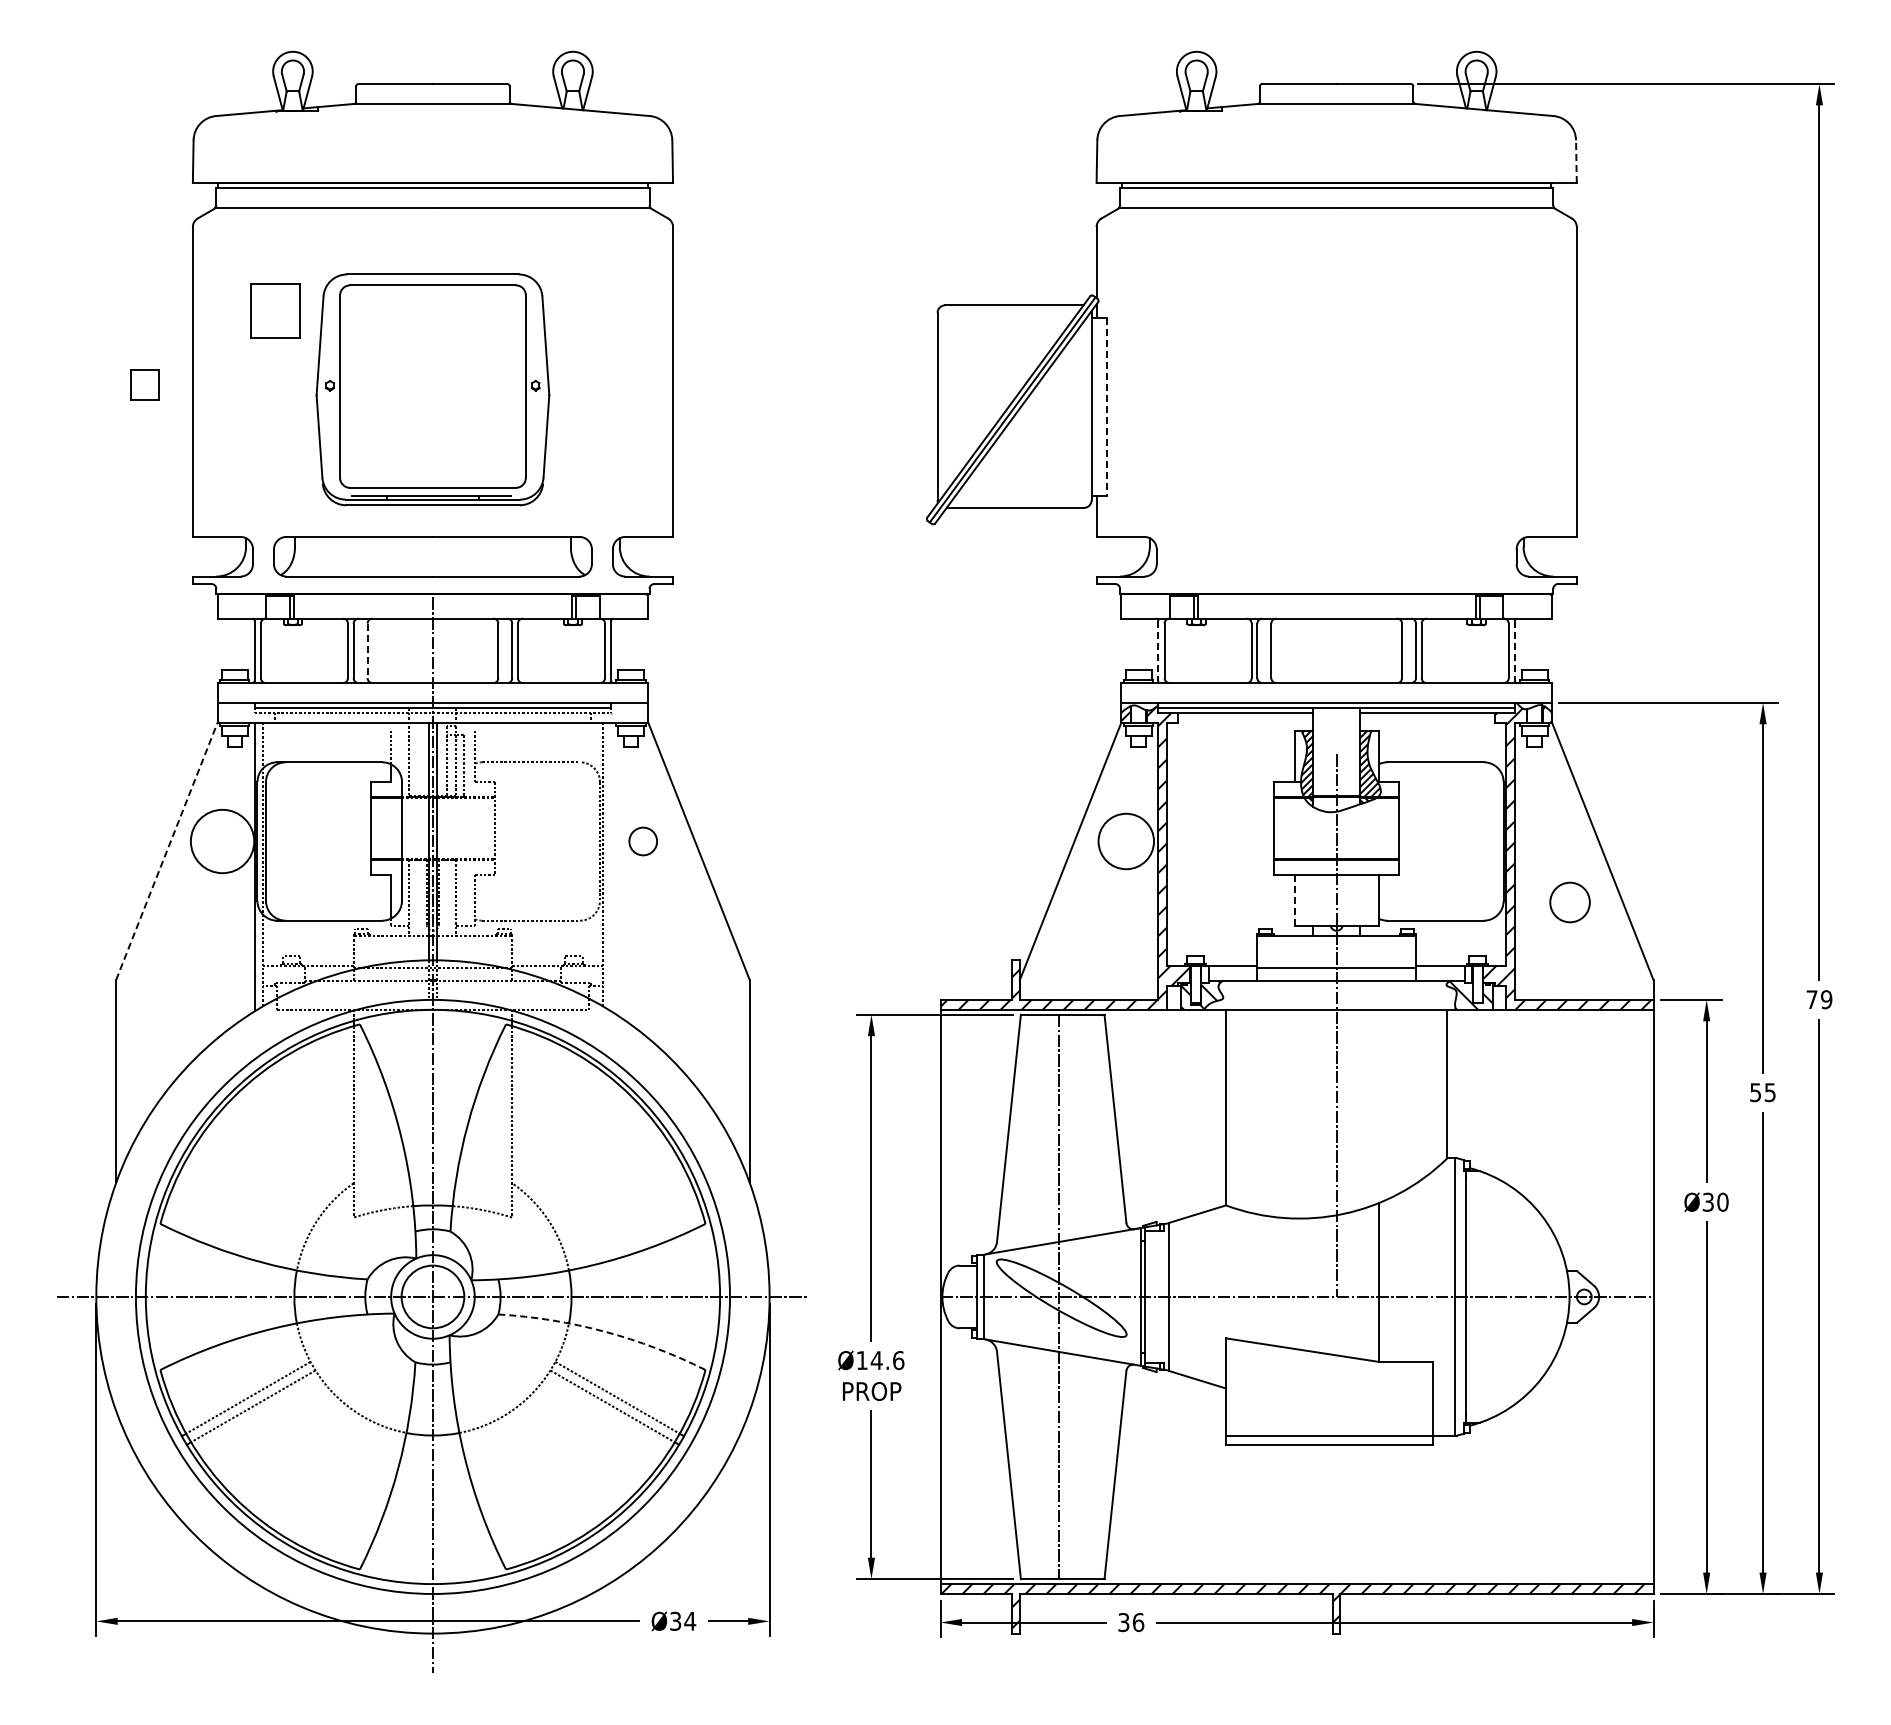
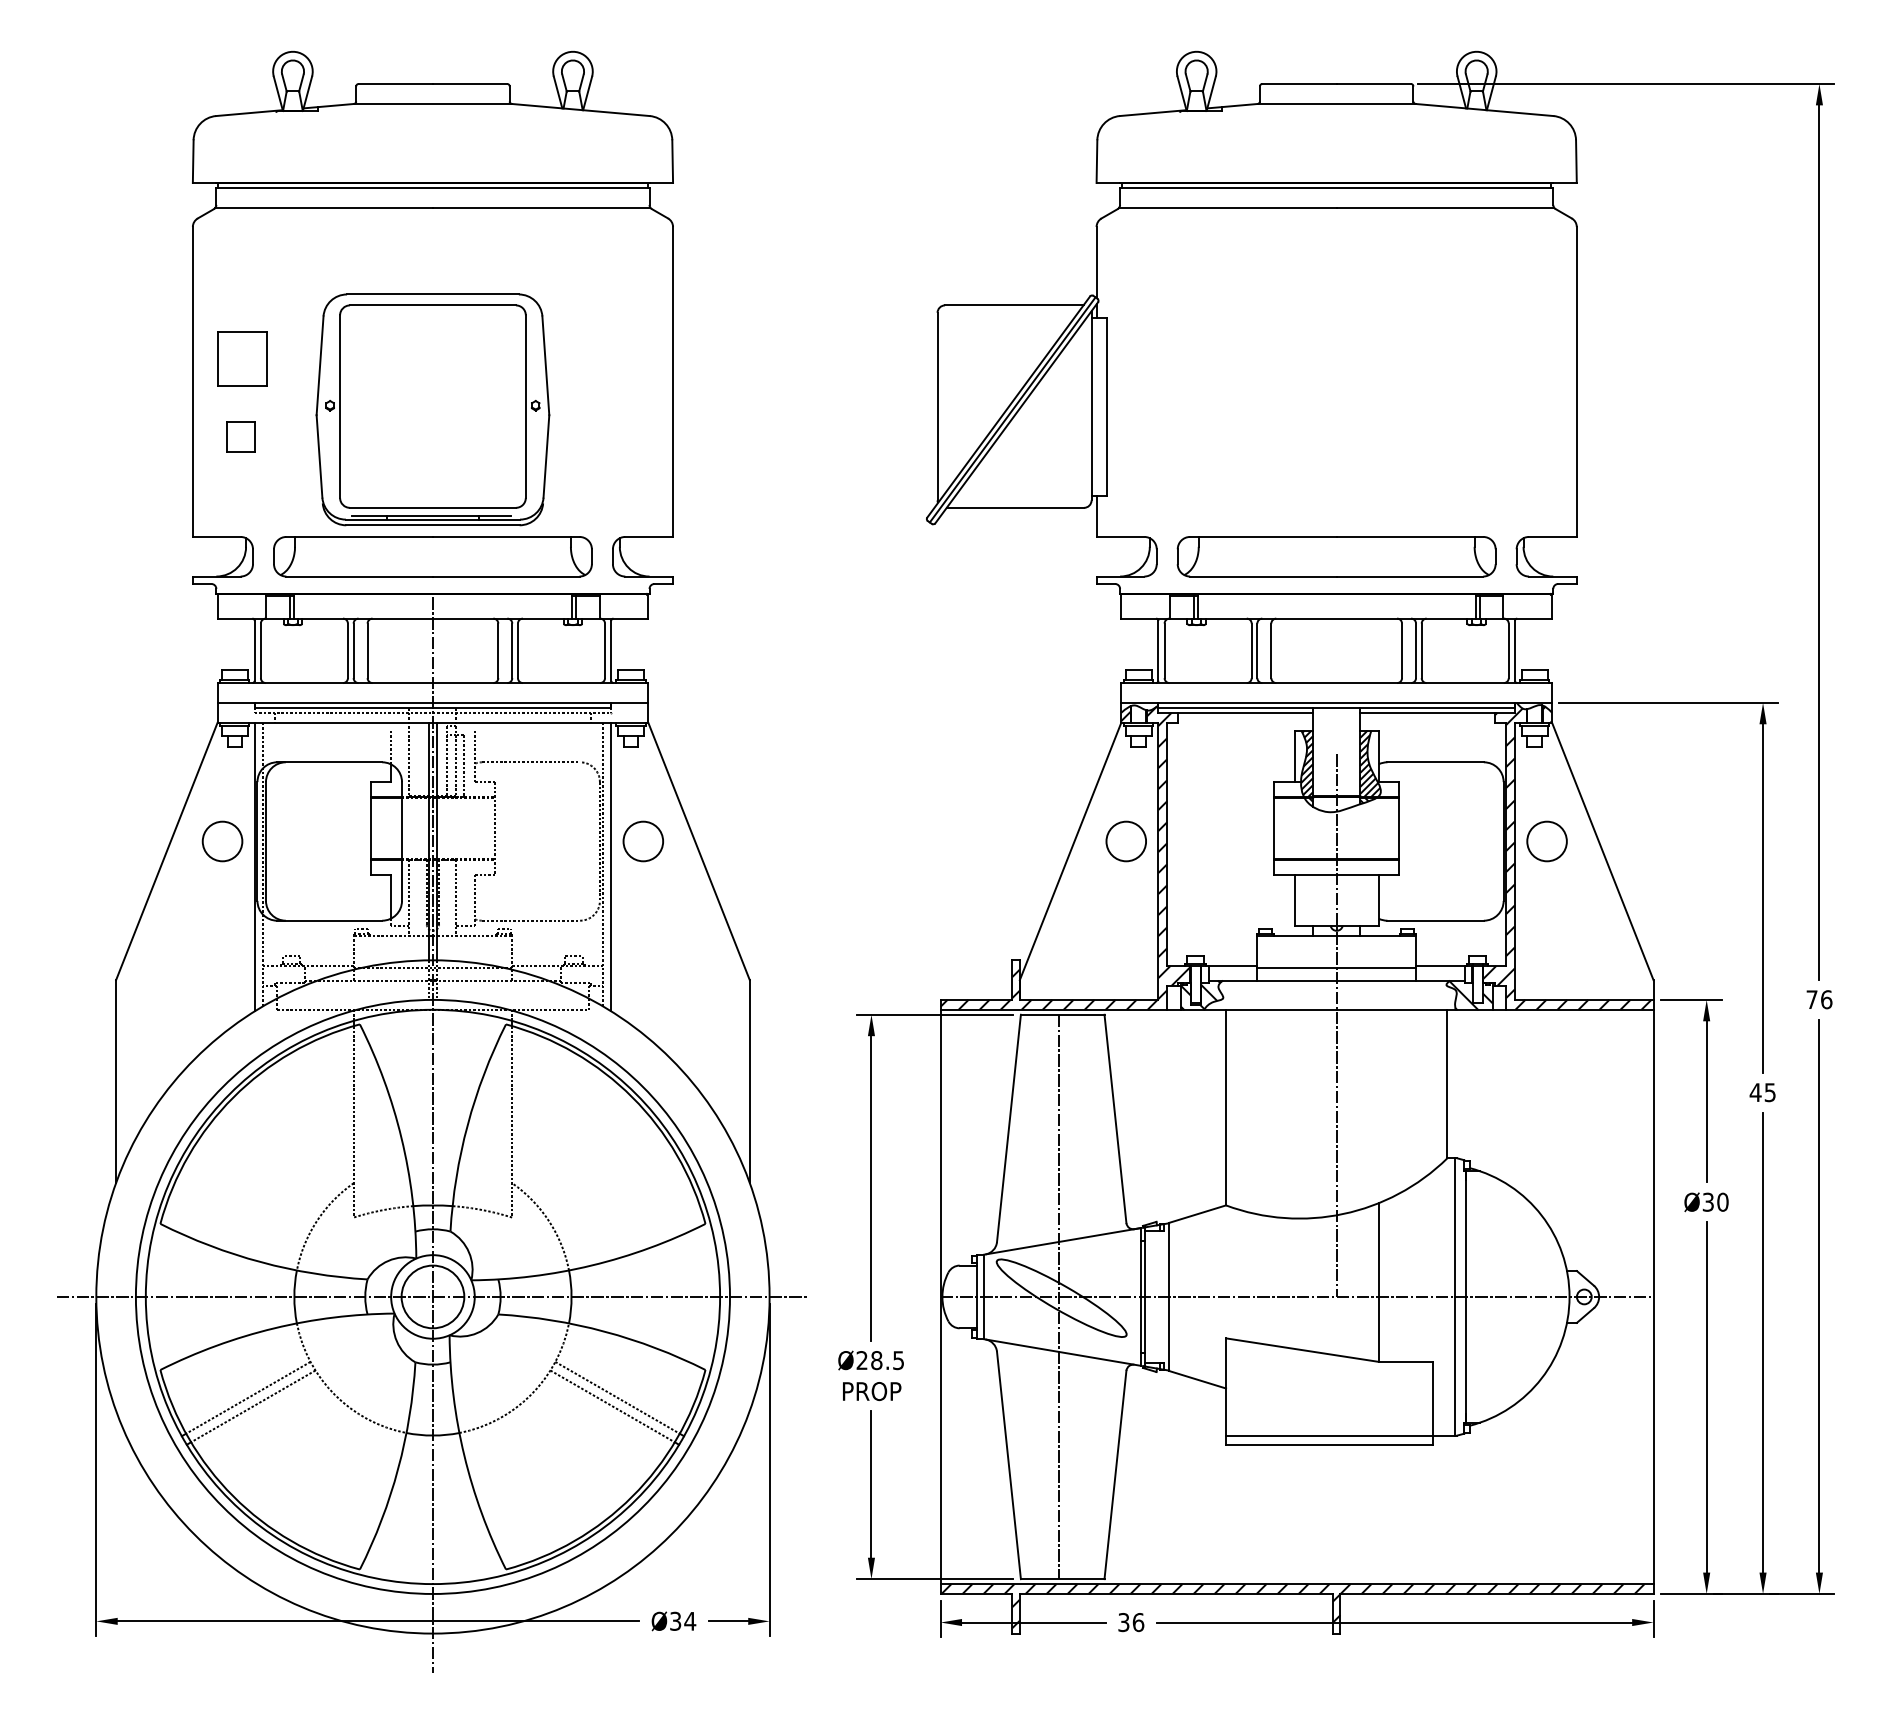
line at (1576, 161): dashed -> solid
part at (275, 310) position: (275, 310) -> (242, 358)
part at (144, 384) position: (144, 384) -> (240, 436)
part at (432, 389) position: (432, 389) -> (432, 409)
line at (1107, 407): dashed -> solid
part at (1336, 556): none -> present
line at (1158, 650): dashed -> solid
line at (1514, 650): dashed -> solid
line at (367, 651): dashed -> solid
circle at (222, 841) diameter: 63 px -> 40 px
circle at (642, 841) size: 30x31 px -> 42x43 px
circle at (1126, 841) diameter: 55 px -> 40 px
line at (167, 850): dashed -> solid
line at (611, 866): none -> present
line at (1294, 900): dashed -> solid
circle at (1569, 902) position: (1569, 902) -> (1546, 841)
text at (1826, 999): 79 -> 76
text at (1755, 1092): 55 -> 45
arc at (604, 1331): dashed -> solid
text at (880, 1360): Ø14.6 -> Ø28.5
